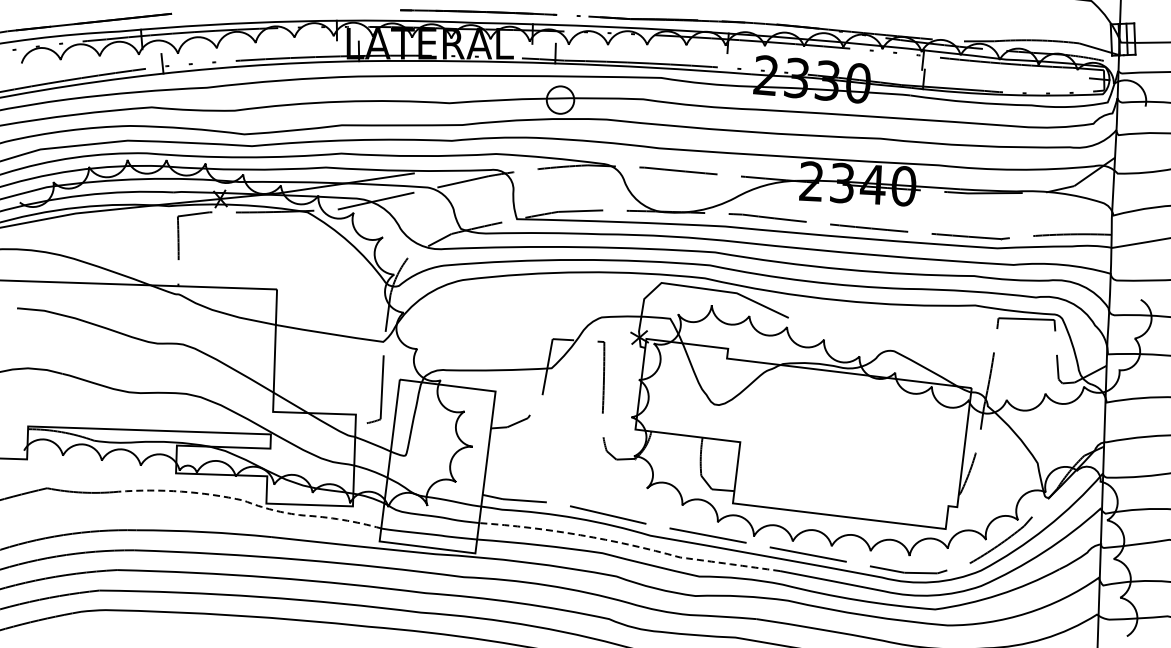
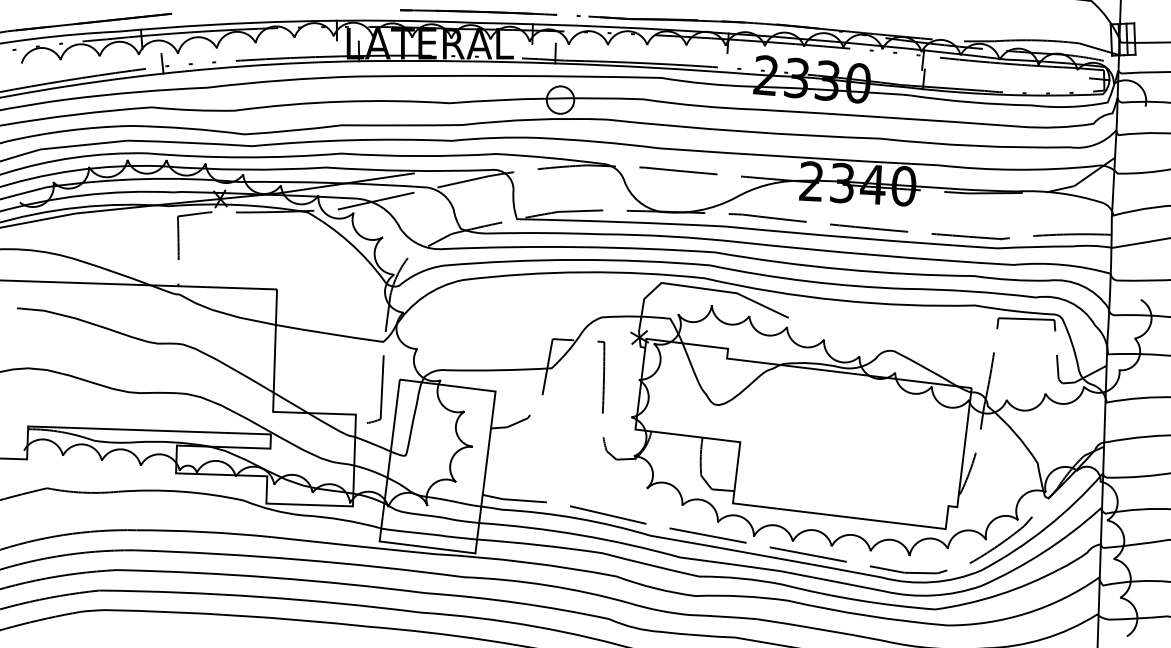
line at (250, 503): dashed -> solid
line at (630, 545): dashed -> solid
